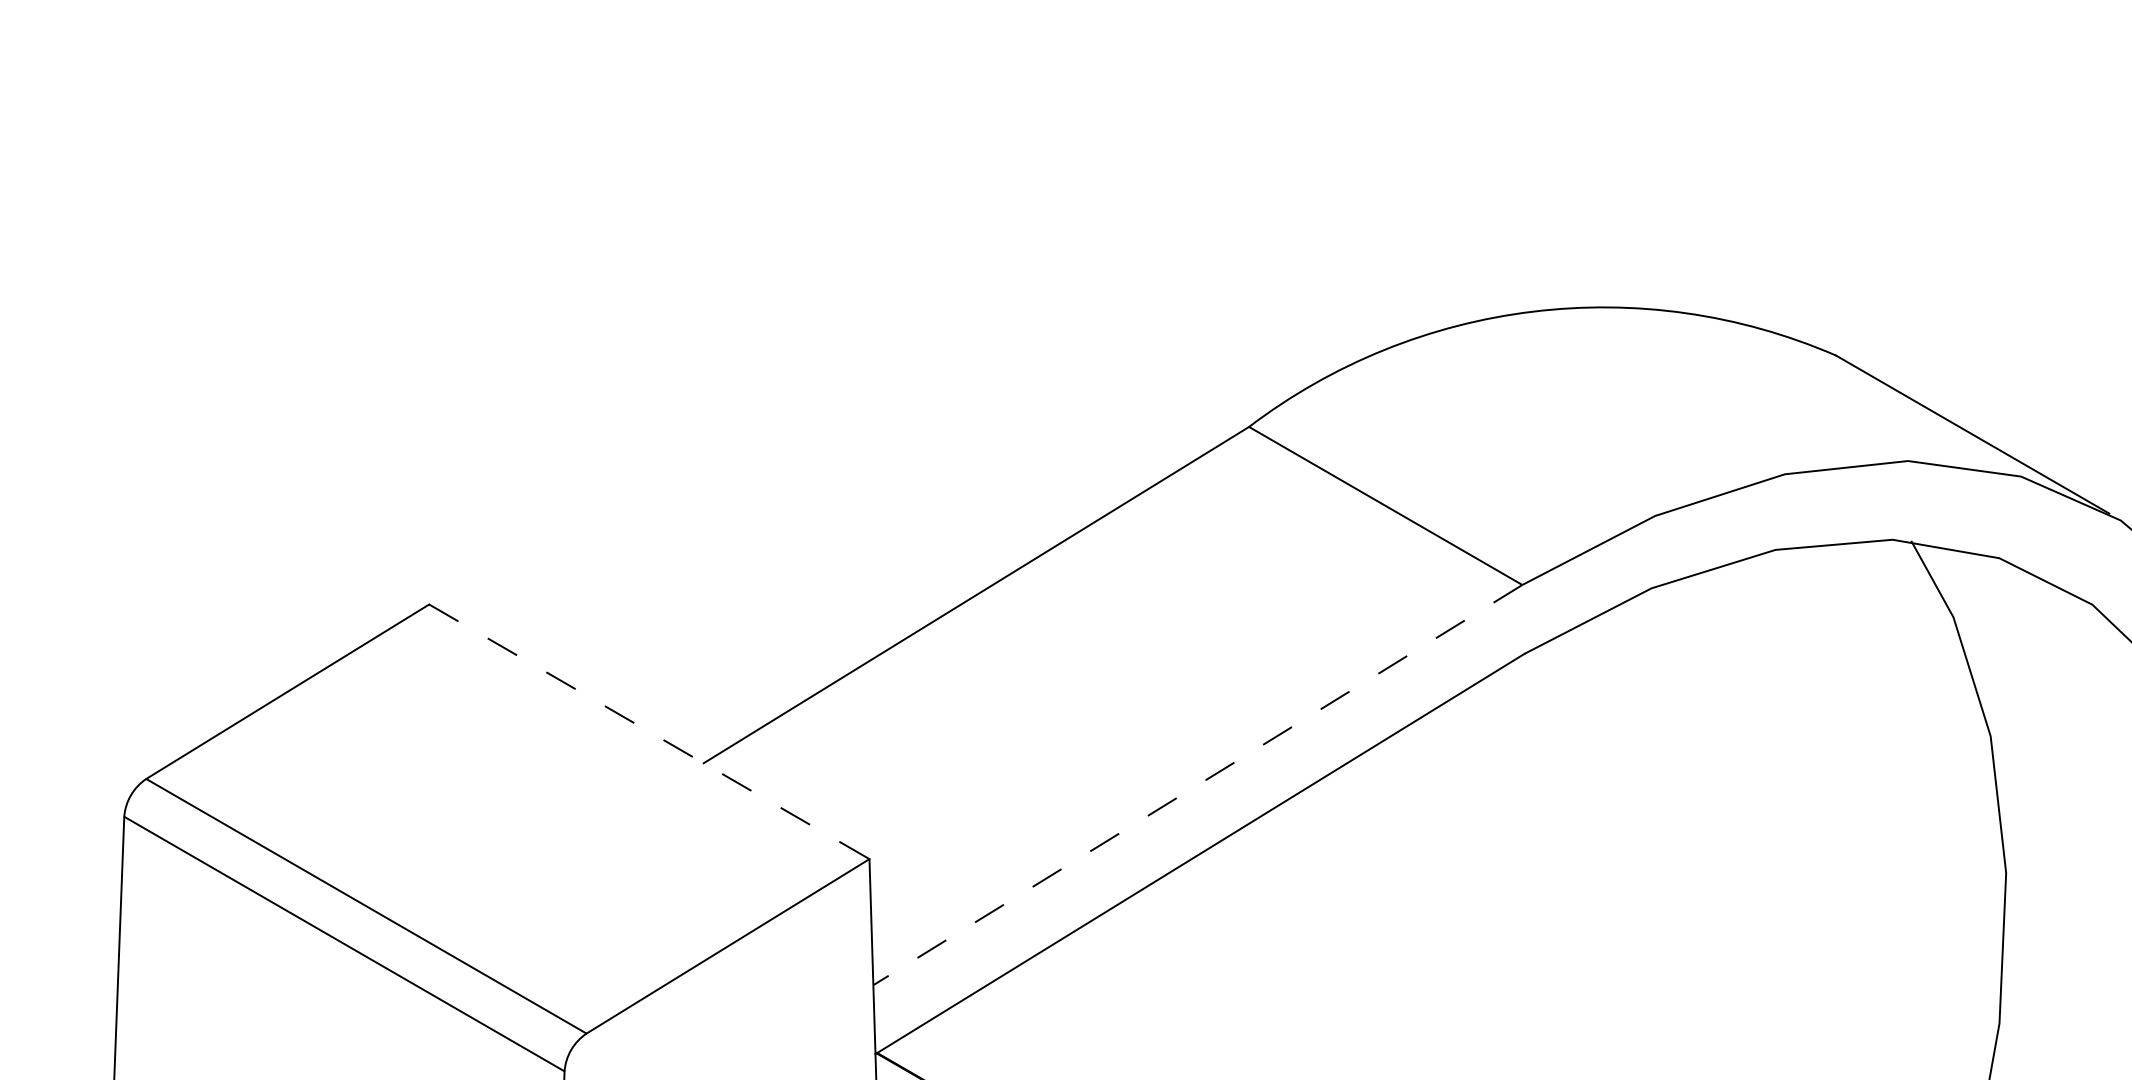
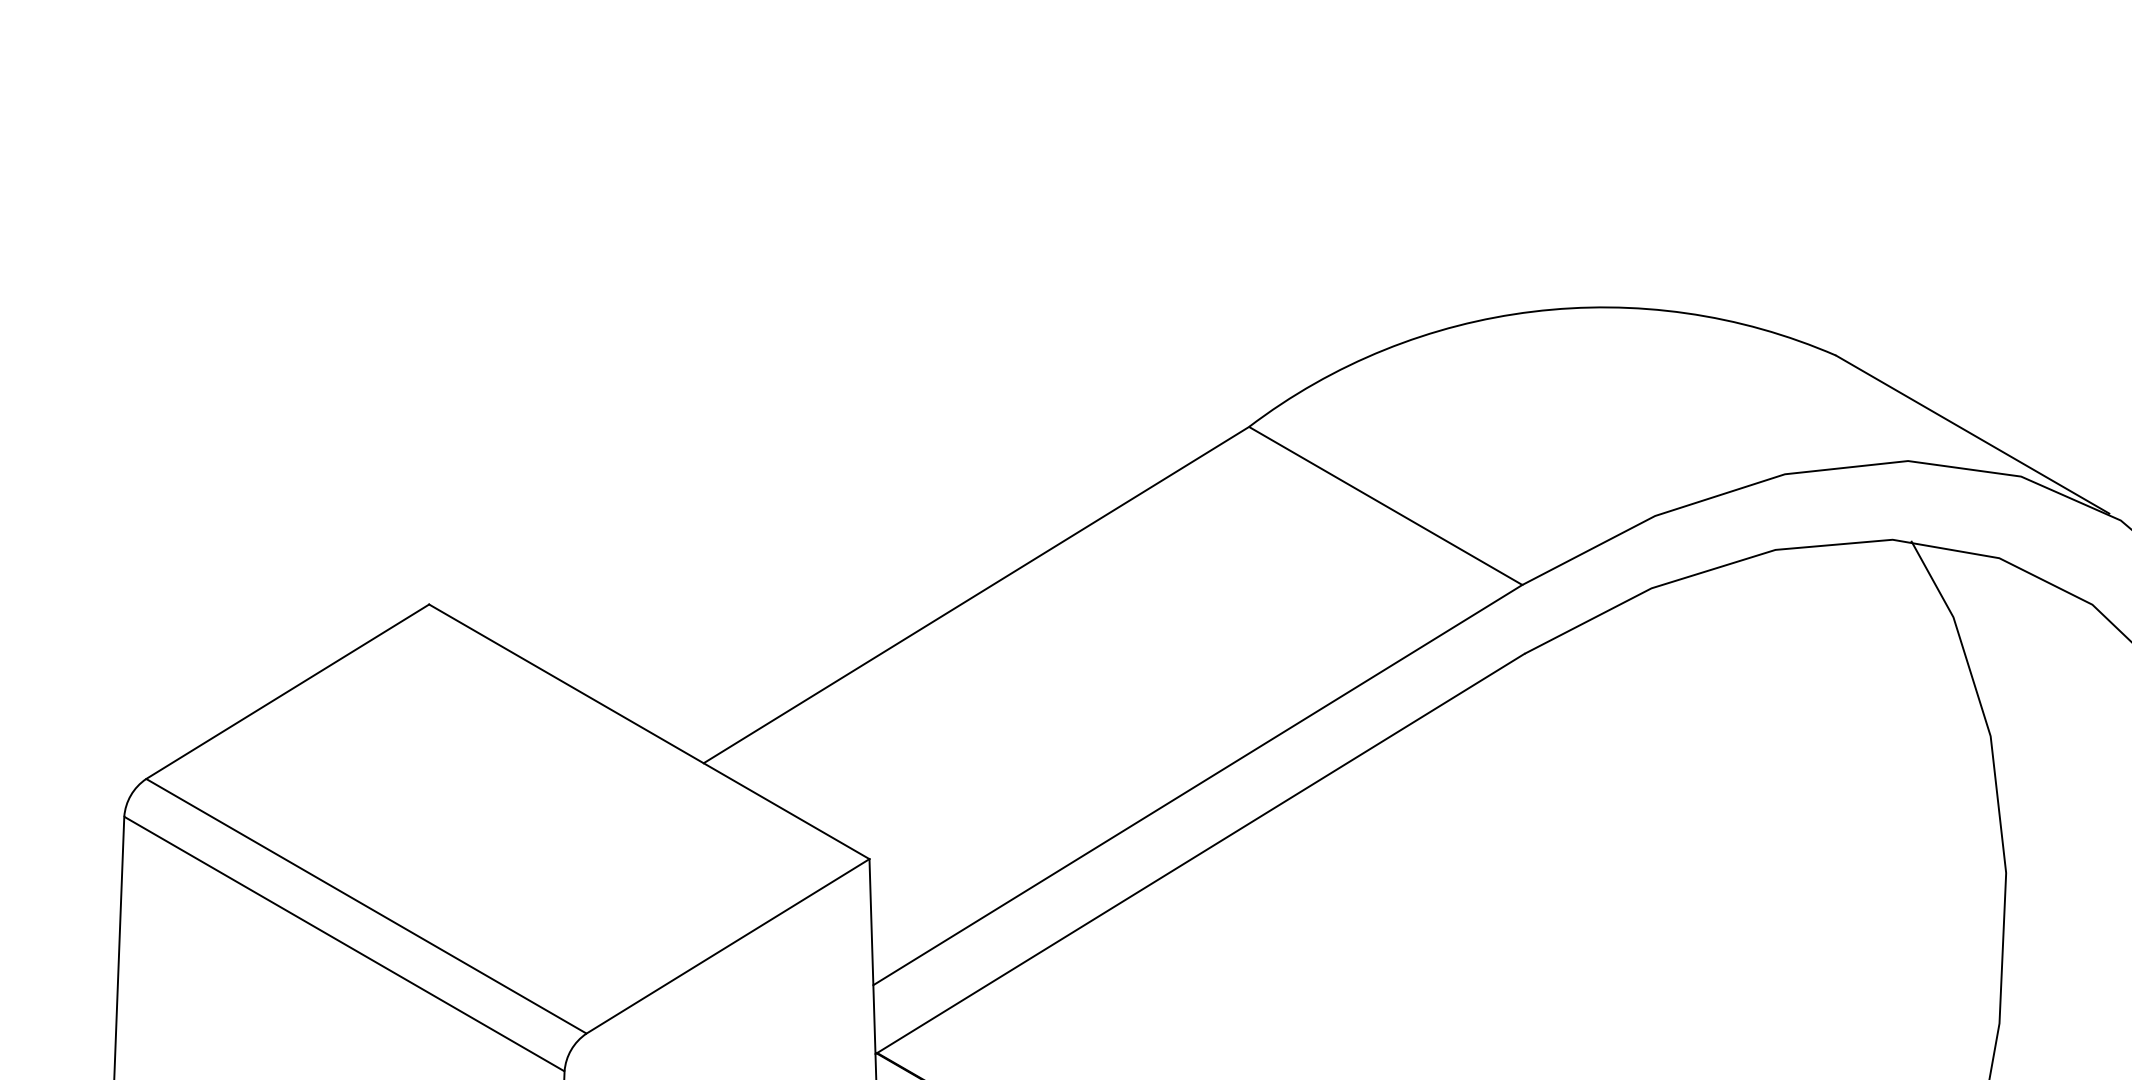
line at (649, 732): dashed -> solid
line at (1197, 785): dashed -> solid
